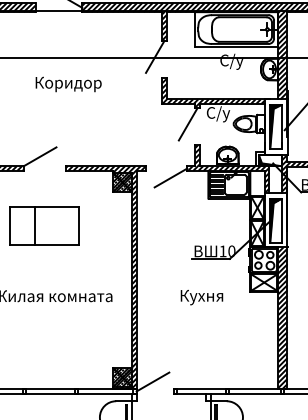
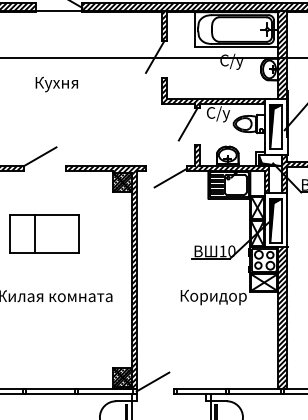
text at (72, 85): Коридор -> Кухня
part at (44, 225) position: (44, 225) -> (44, 233)
text at (217, 298): Кухня -> Коридор
